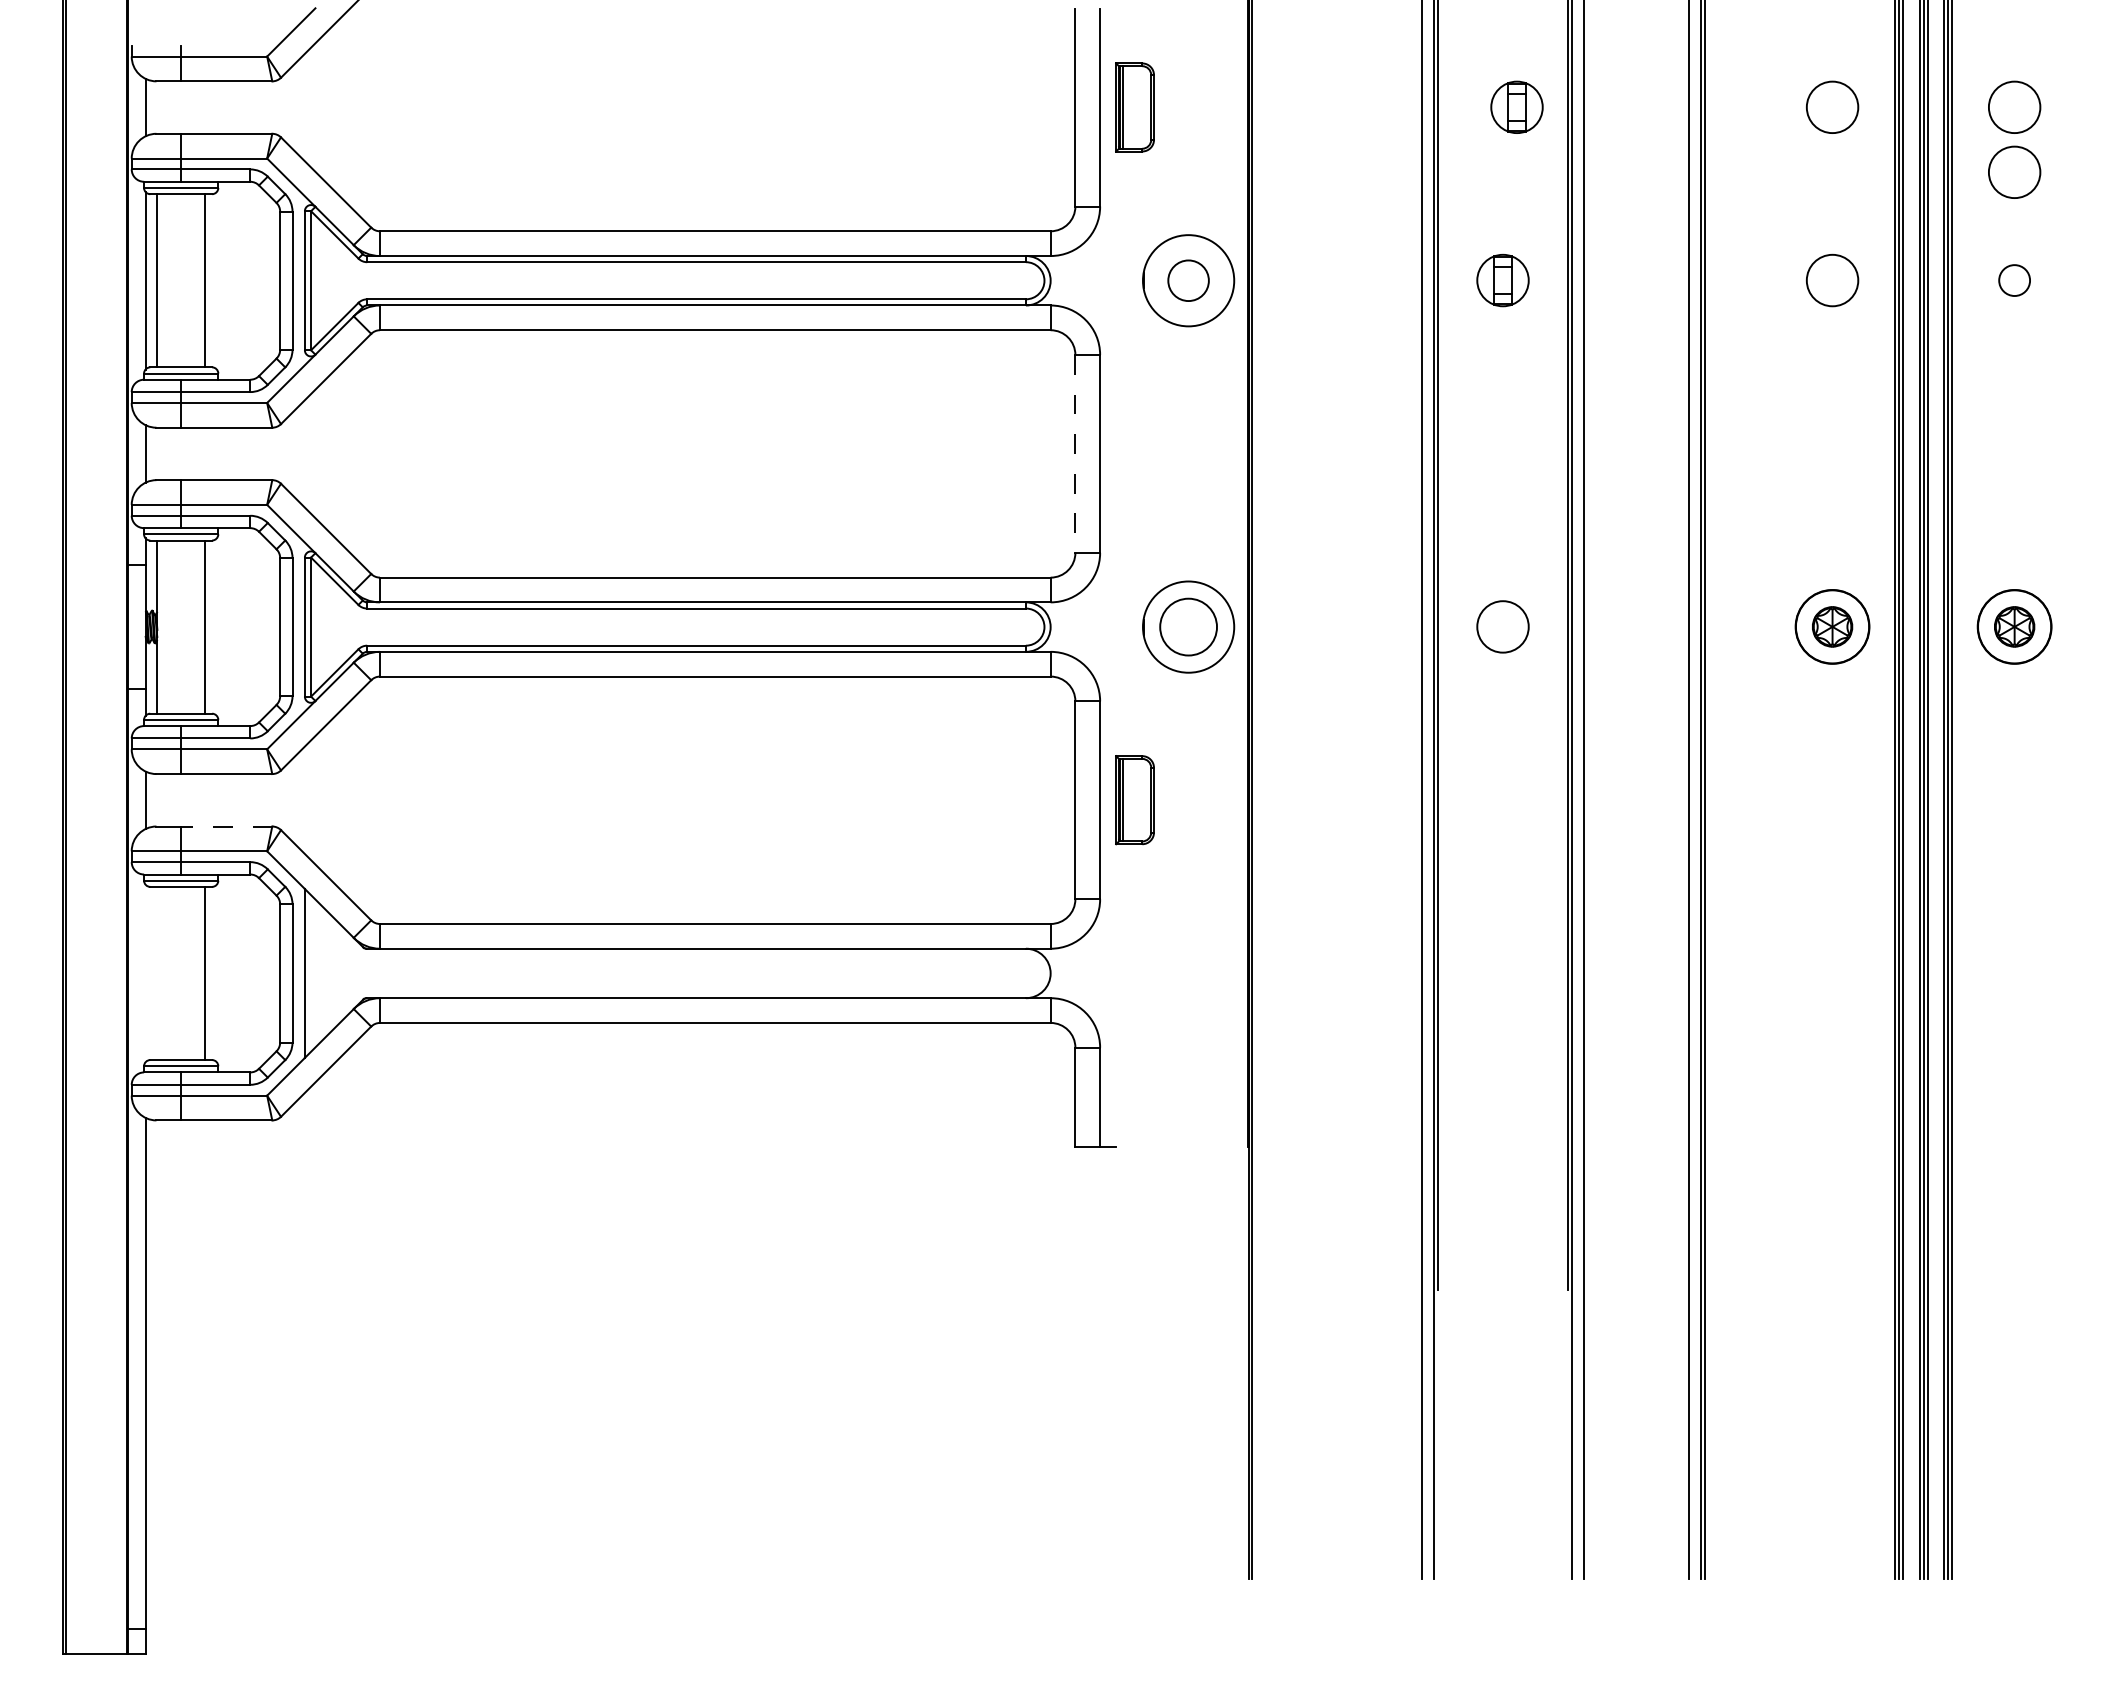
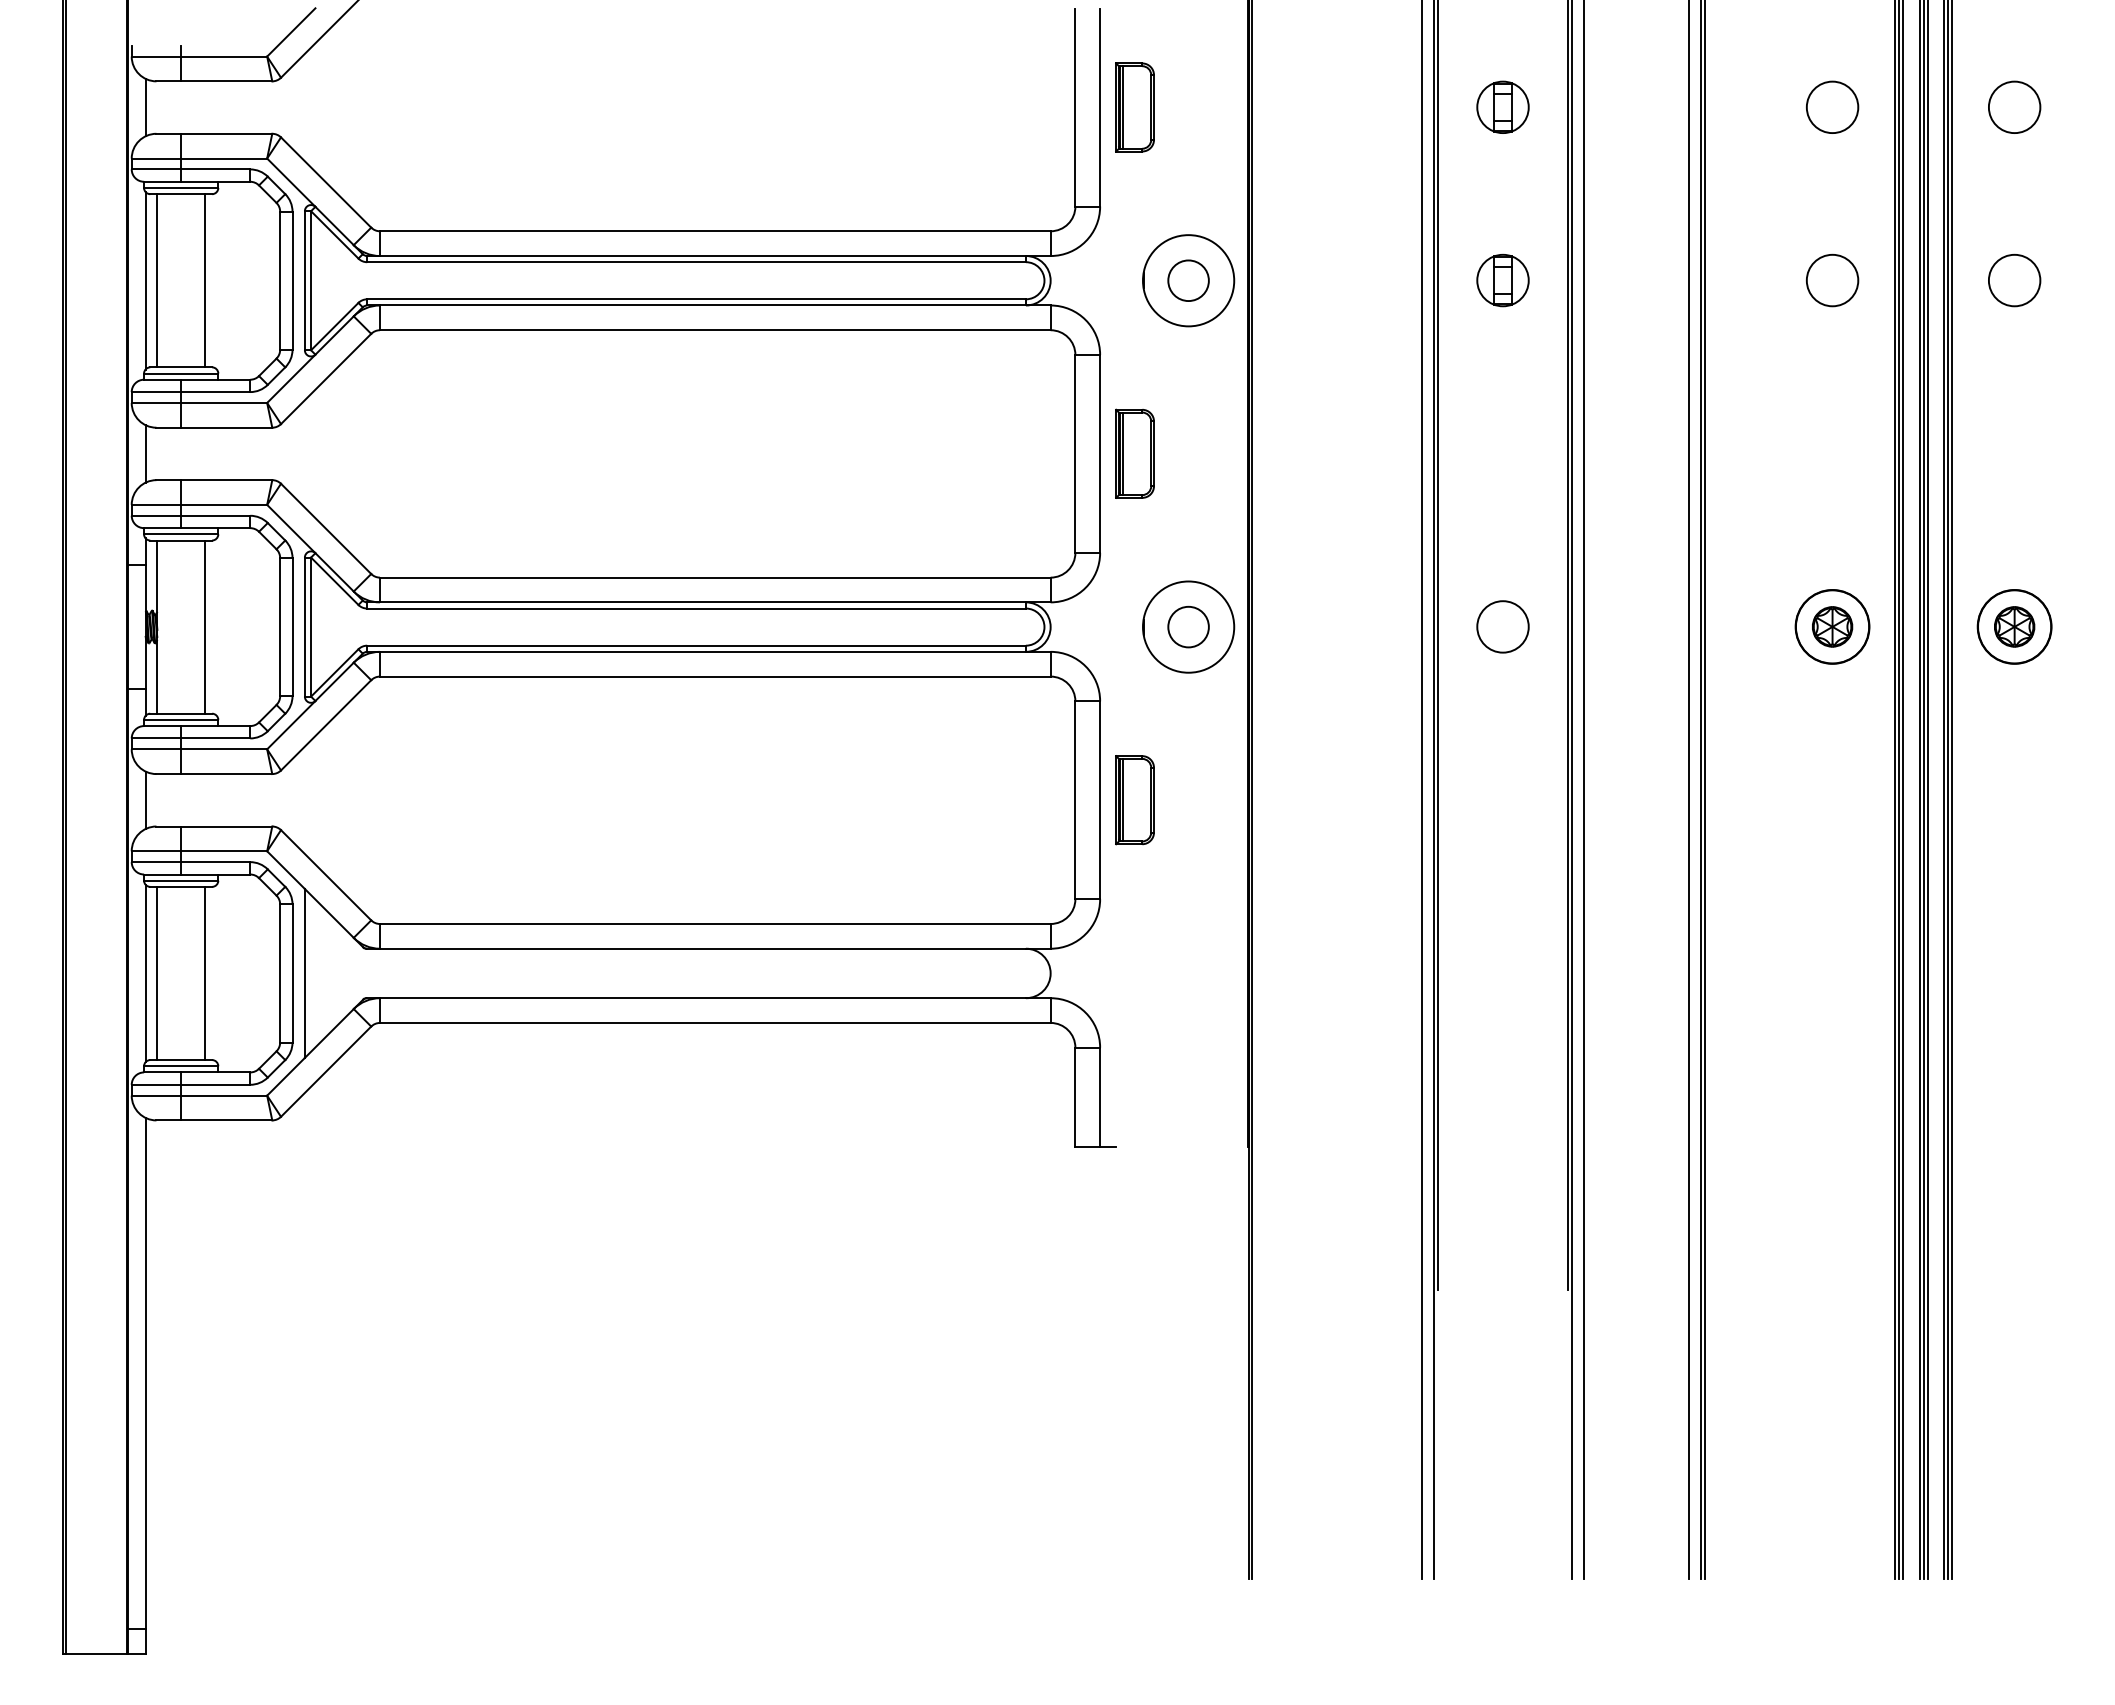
part at (1516, 106) position: (1516, 106) -> (1502, 106)
circle at (2014, 171): present -> none
circle at (2014, 280) diameter: 31 px -> 51 px
line at (1075, 453): dashed -> solid
part at (1134, 453): none -> present
circle at (1188, 626) diameter: 57 px -> 41 px
line at (226, 826): dashed -> solid
line at (145, 973): none -> present
line at (157, 973): none -> present
